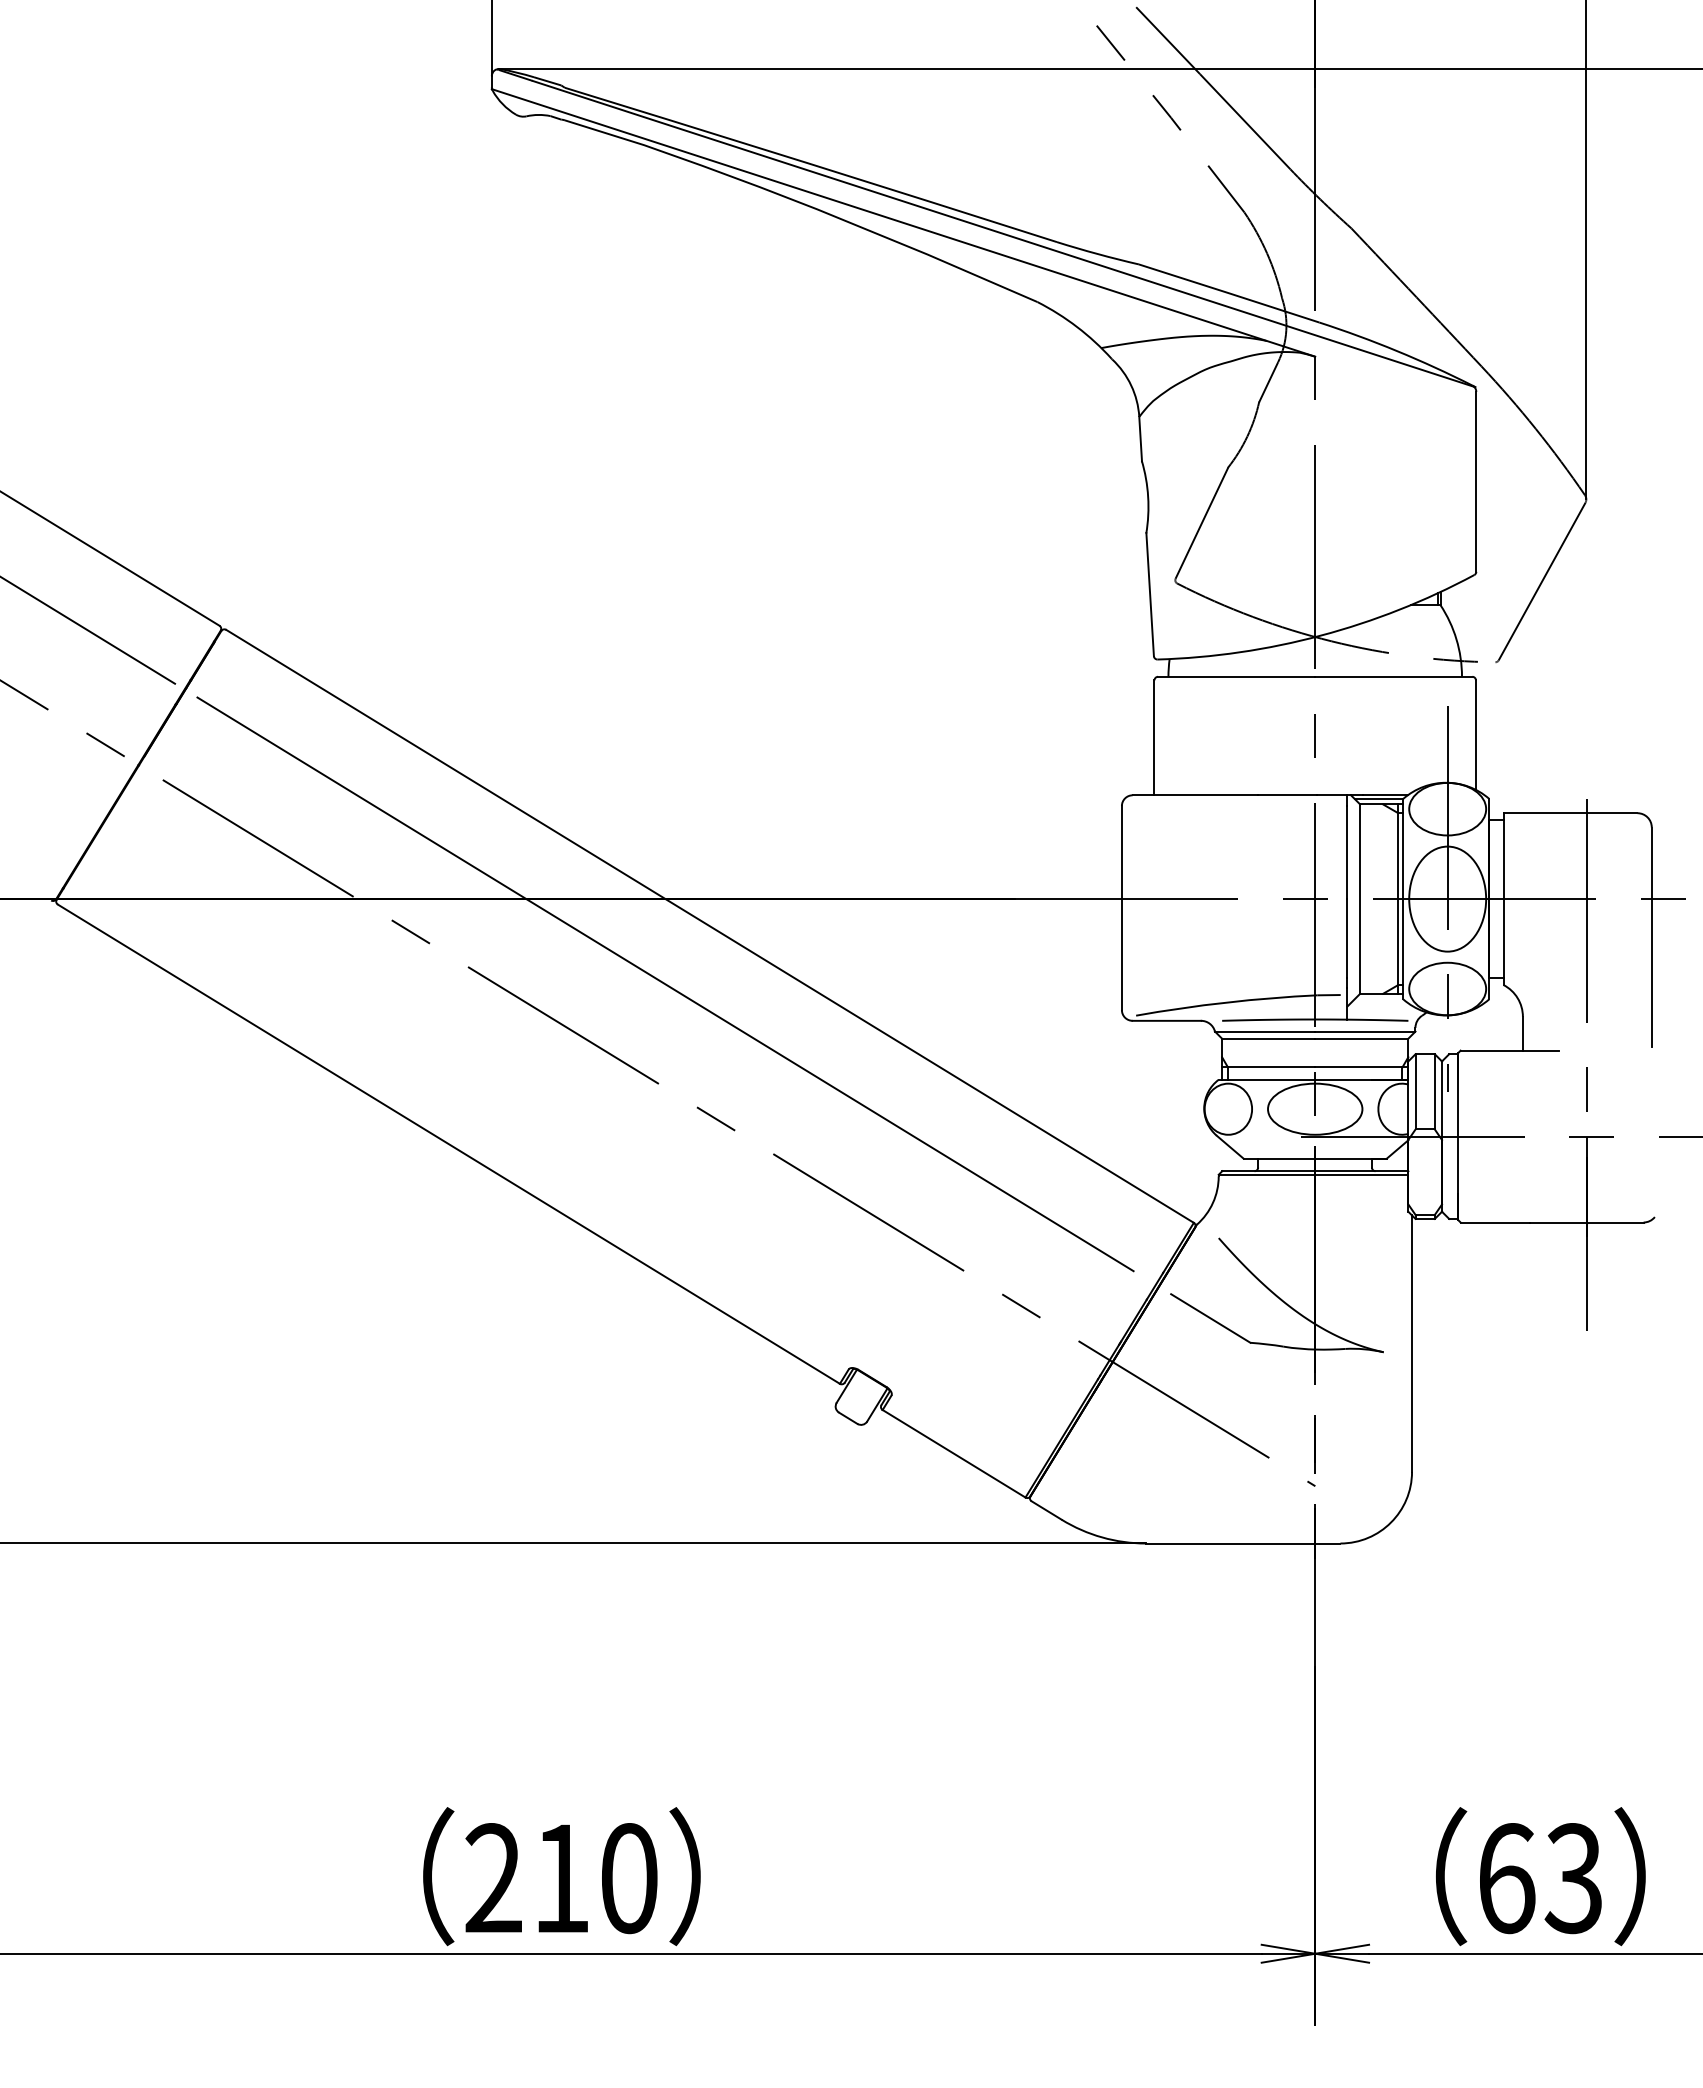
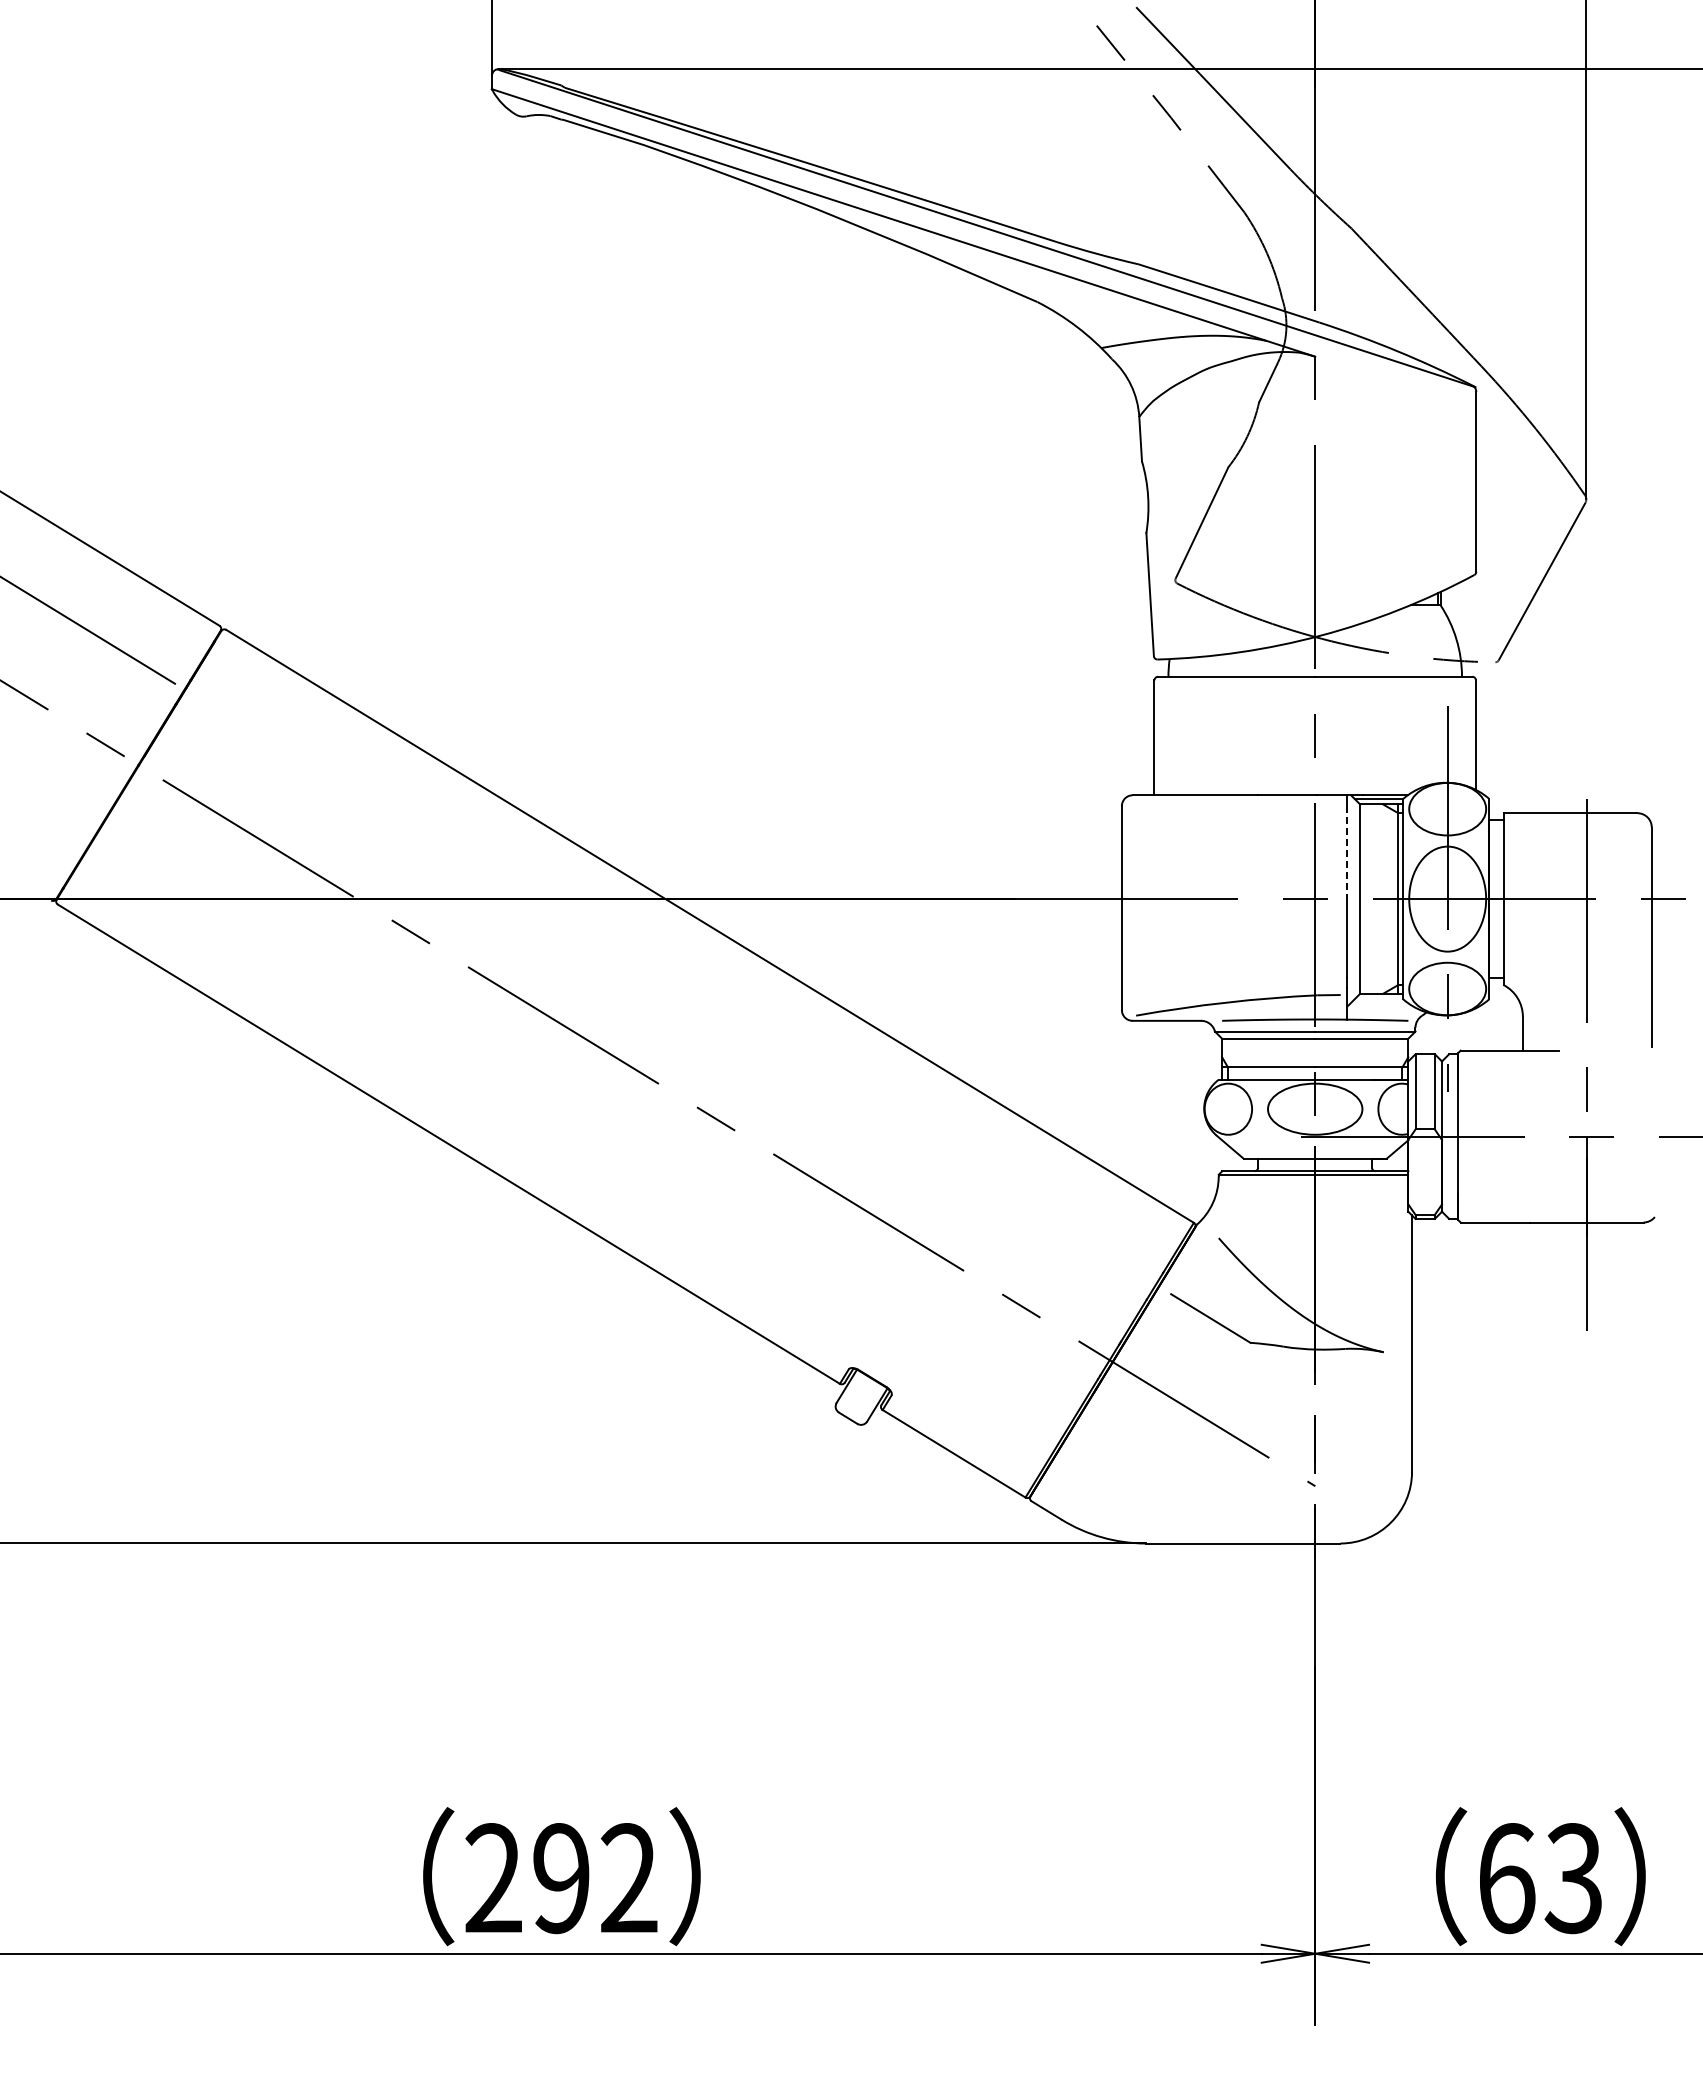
line at (1347, 852): solid -> dashed
line at (665, 984): present -> none
text at (595, 1878): 210 -> 292
